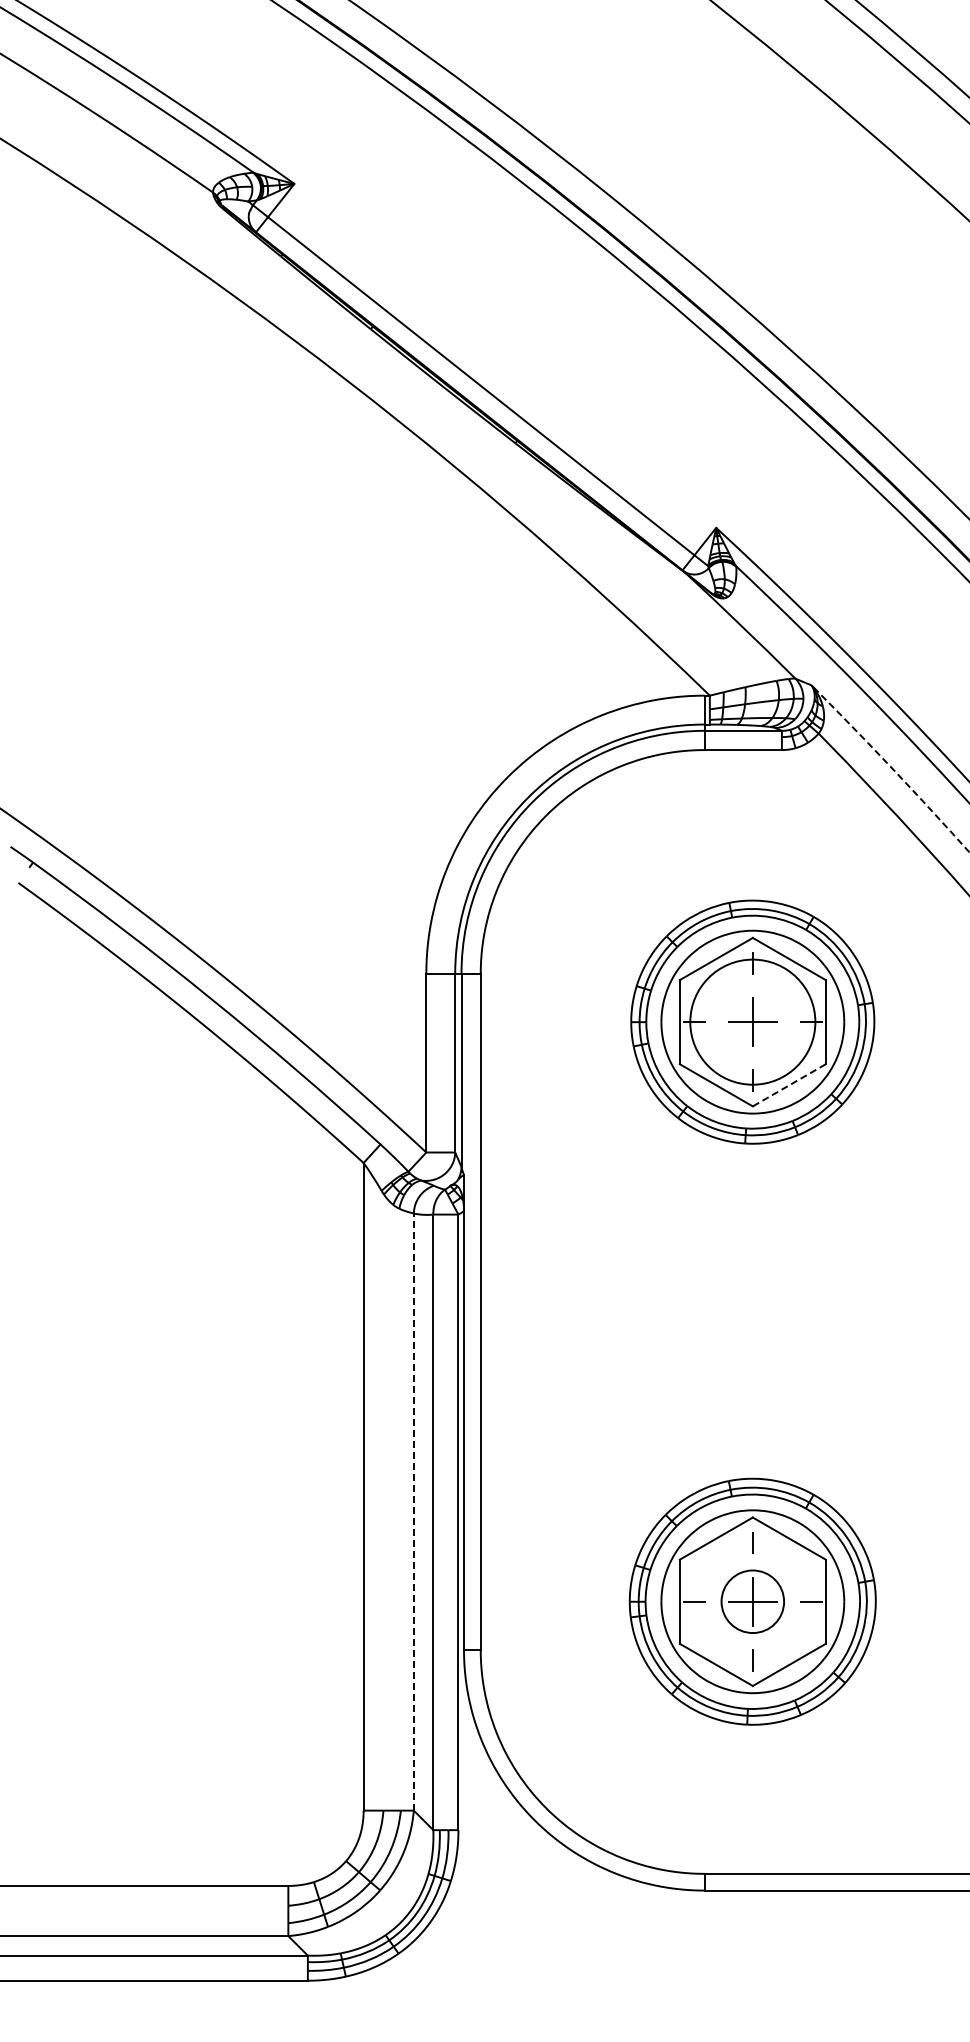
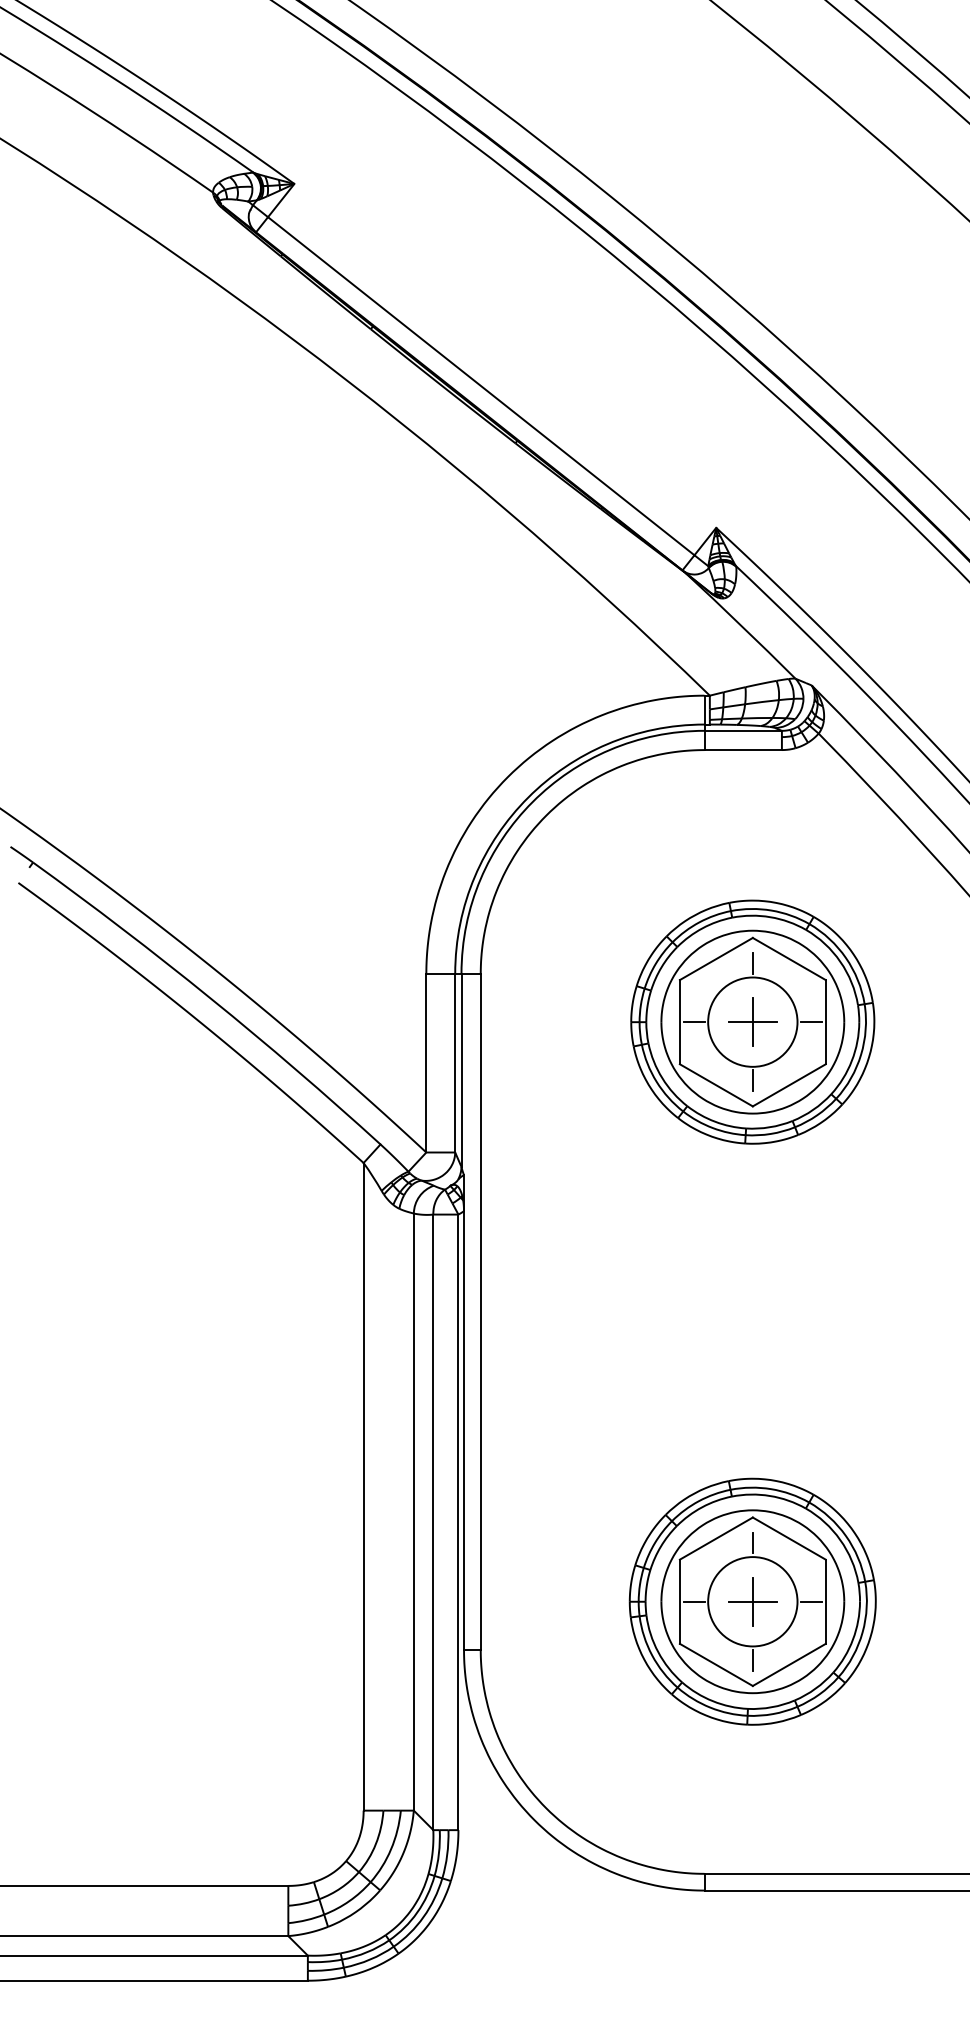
arc at (891, 767): dashed -> solid
circle at (752, 1021) diameter: 125 px -> 89 px
line at (788, 1085): dashed -> solid
line at (413, 1512): dashed -> solid
circle at (752, 1601) diameter: 63 px -> 89 px
